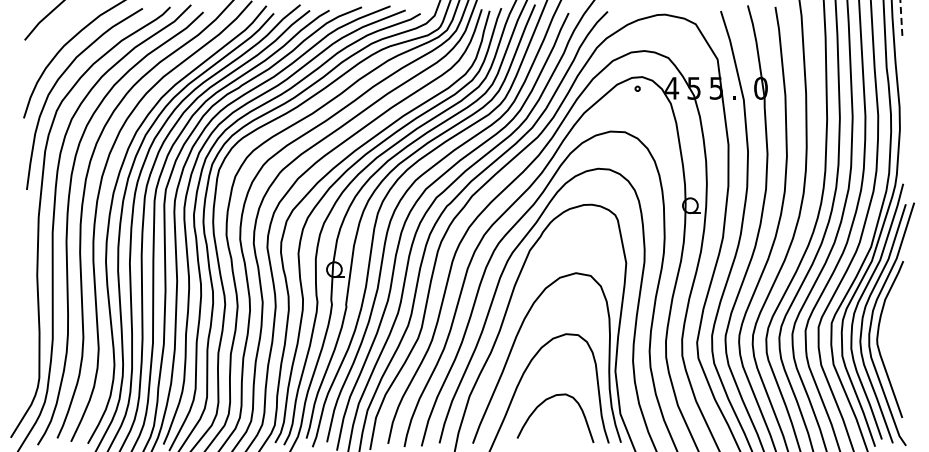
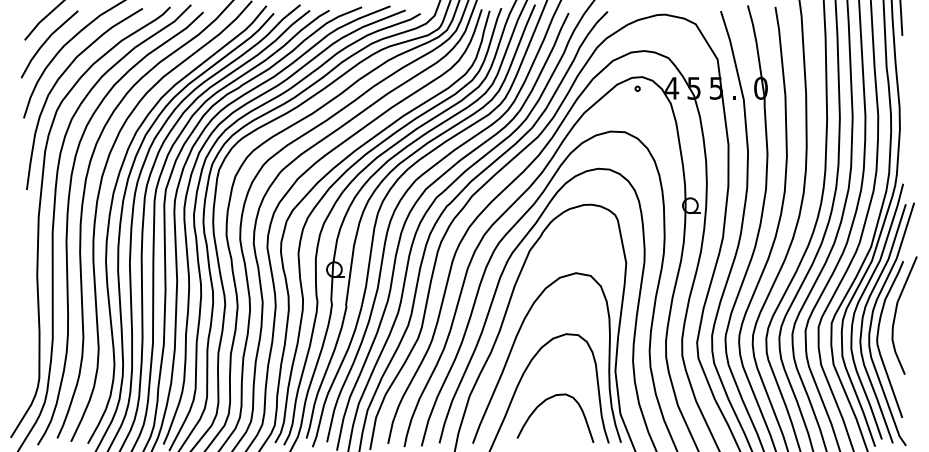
line at (901, 18): dashed -> solid
line at (46, 42): none -> present
curve at (896, 314): none -> present
